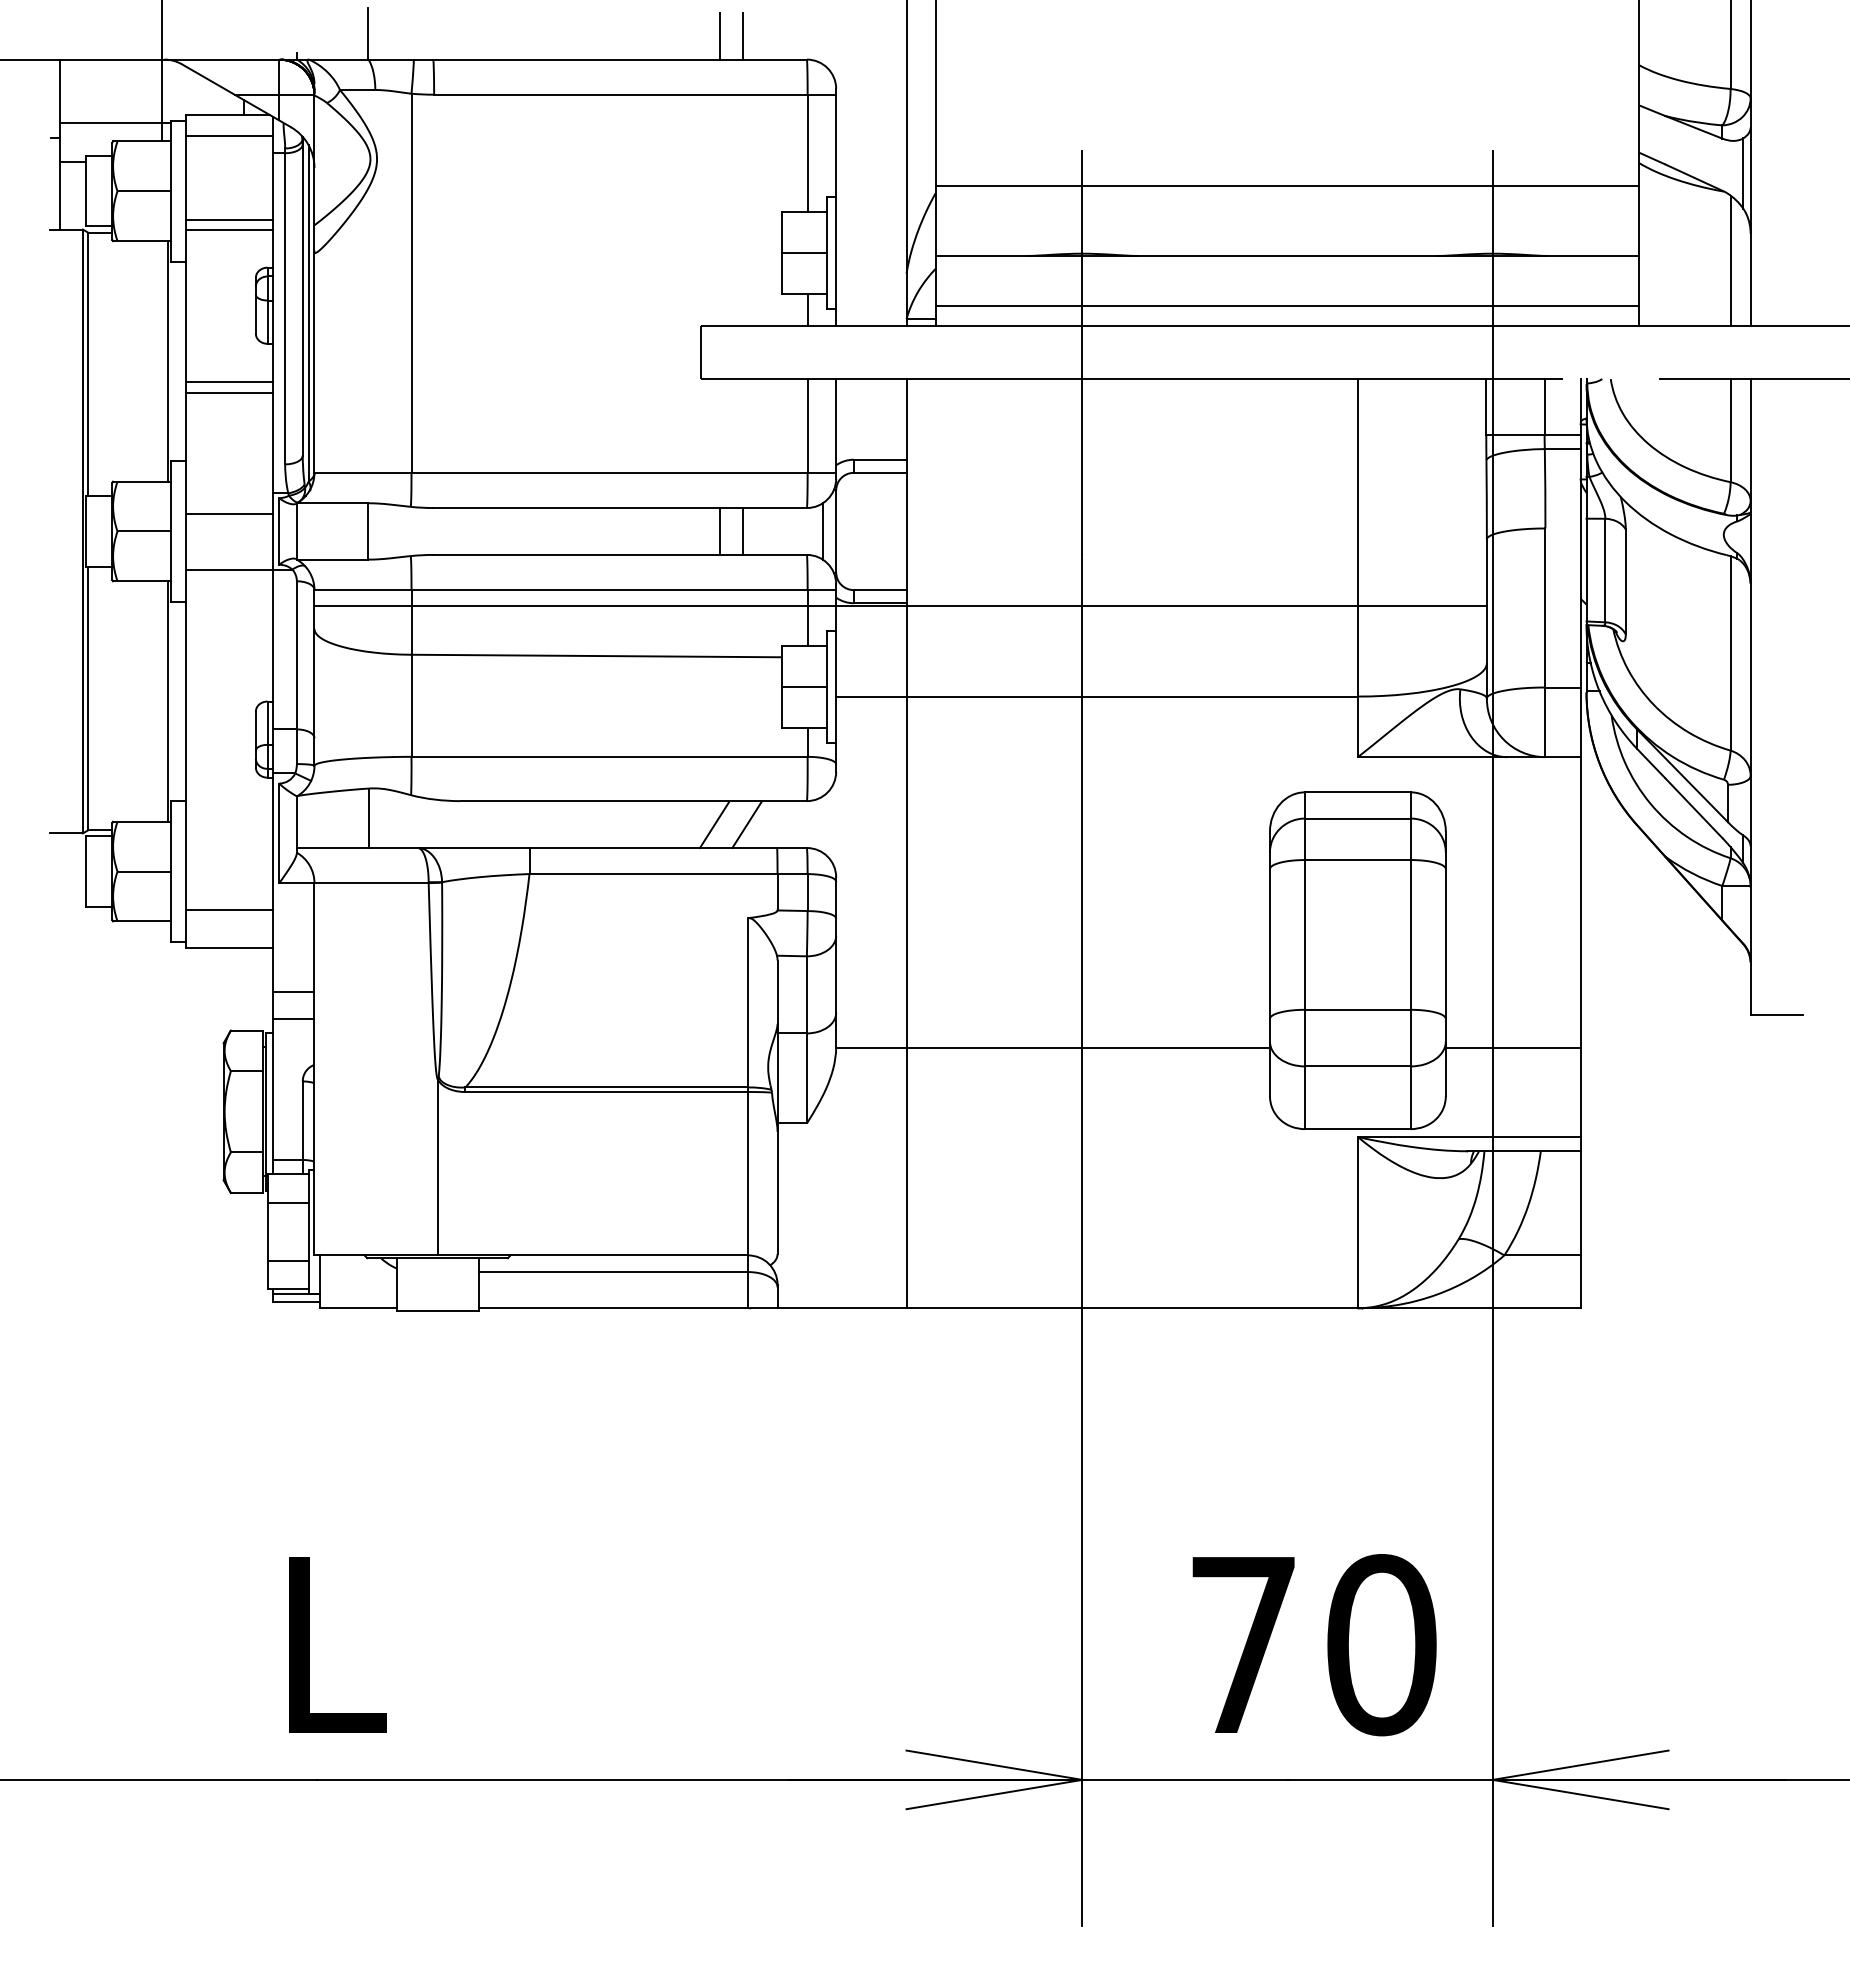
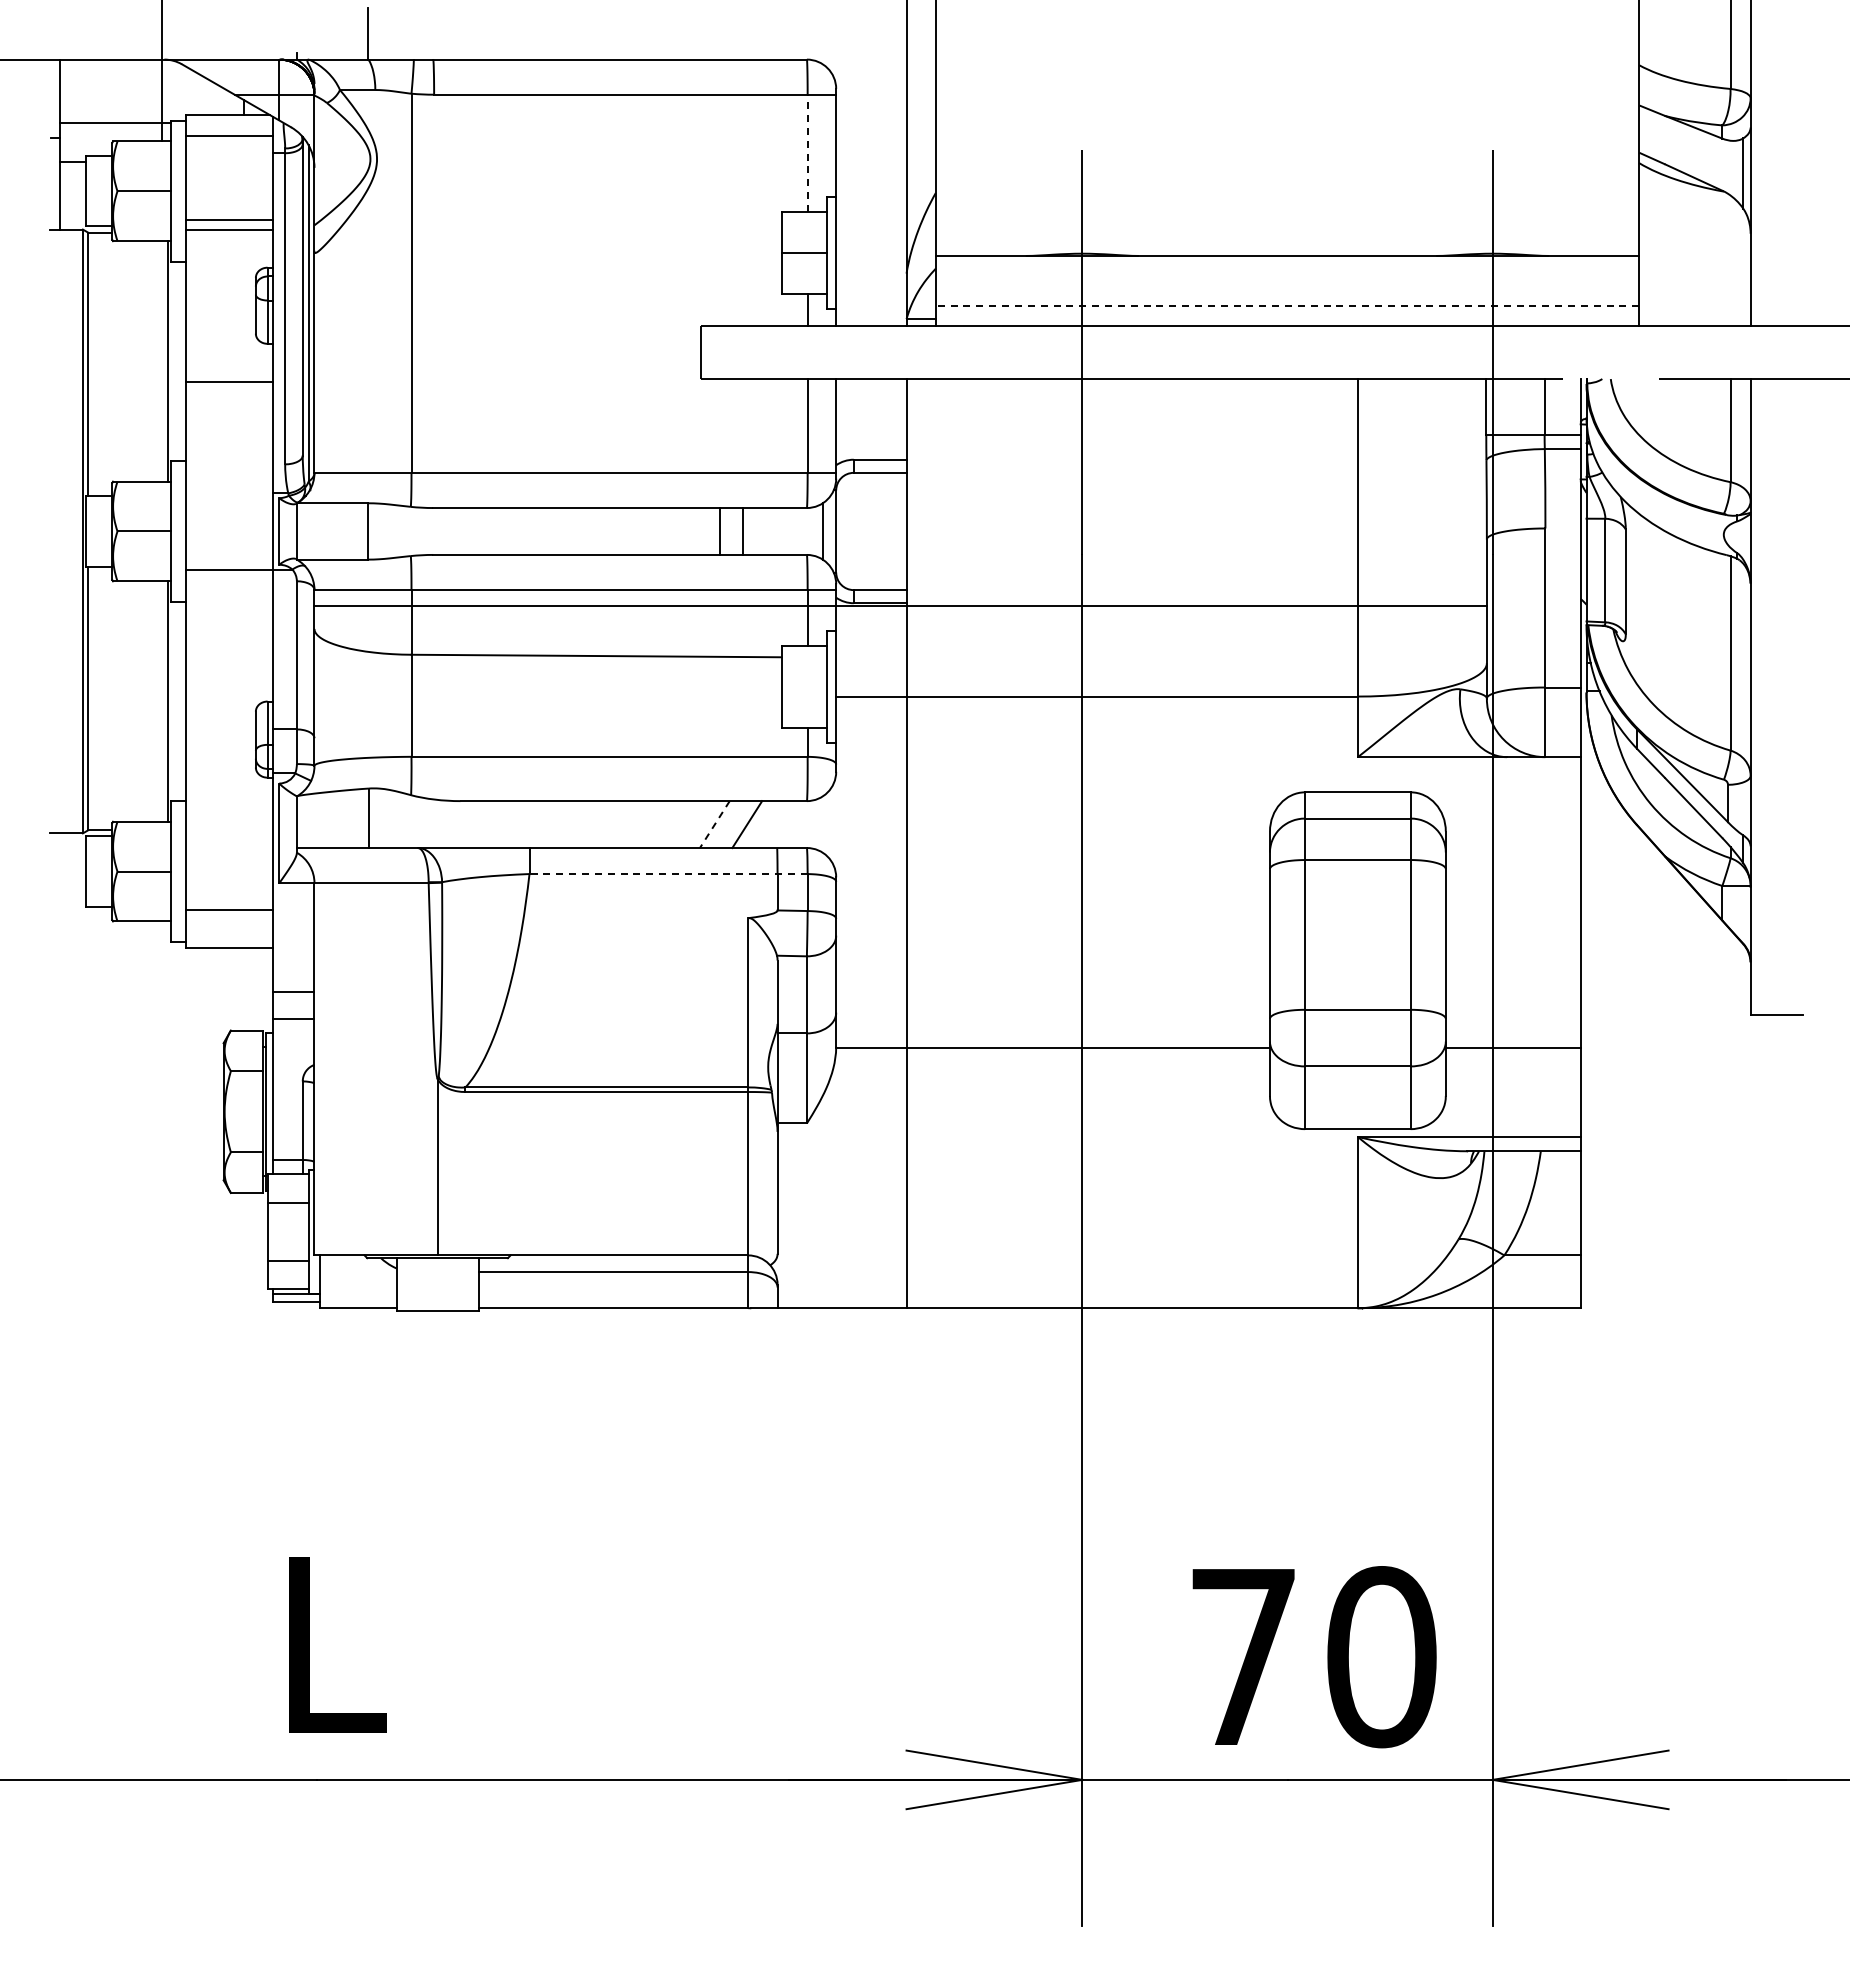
line at (719, 35): present -> none
line at (742, 35): present -> none
line at (807, 153): solid -> dashed
line at (1287, 185): present -> none
line at (1730, 260): present -> none
line at (1287, 305): solid -> dashed
line at (229, 393): present -> none
line at (229, 514): present -> none
line at (803, 686): present -> none
line at (714, 824): solid -> dashed
line at (668, 874): solid -> dashed
text at (1314, 1645) position: (1314, 1645) -> (1314, 1657)
